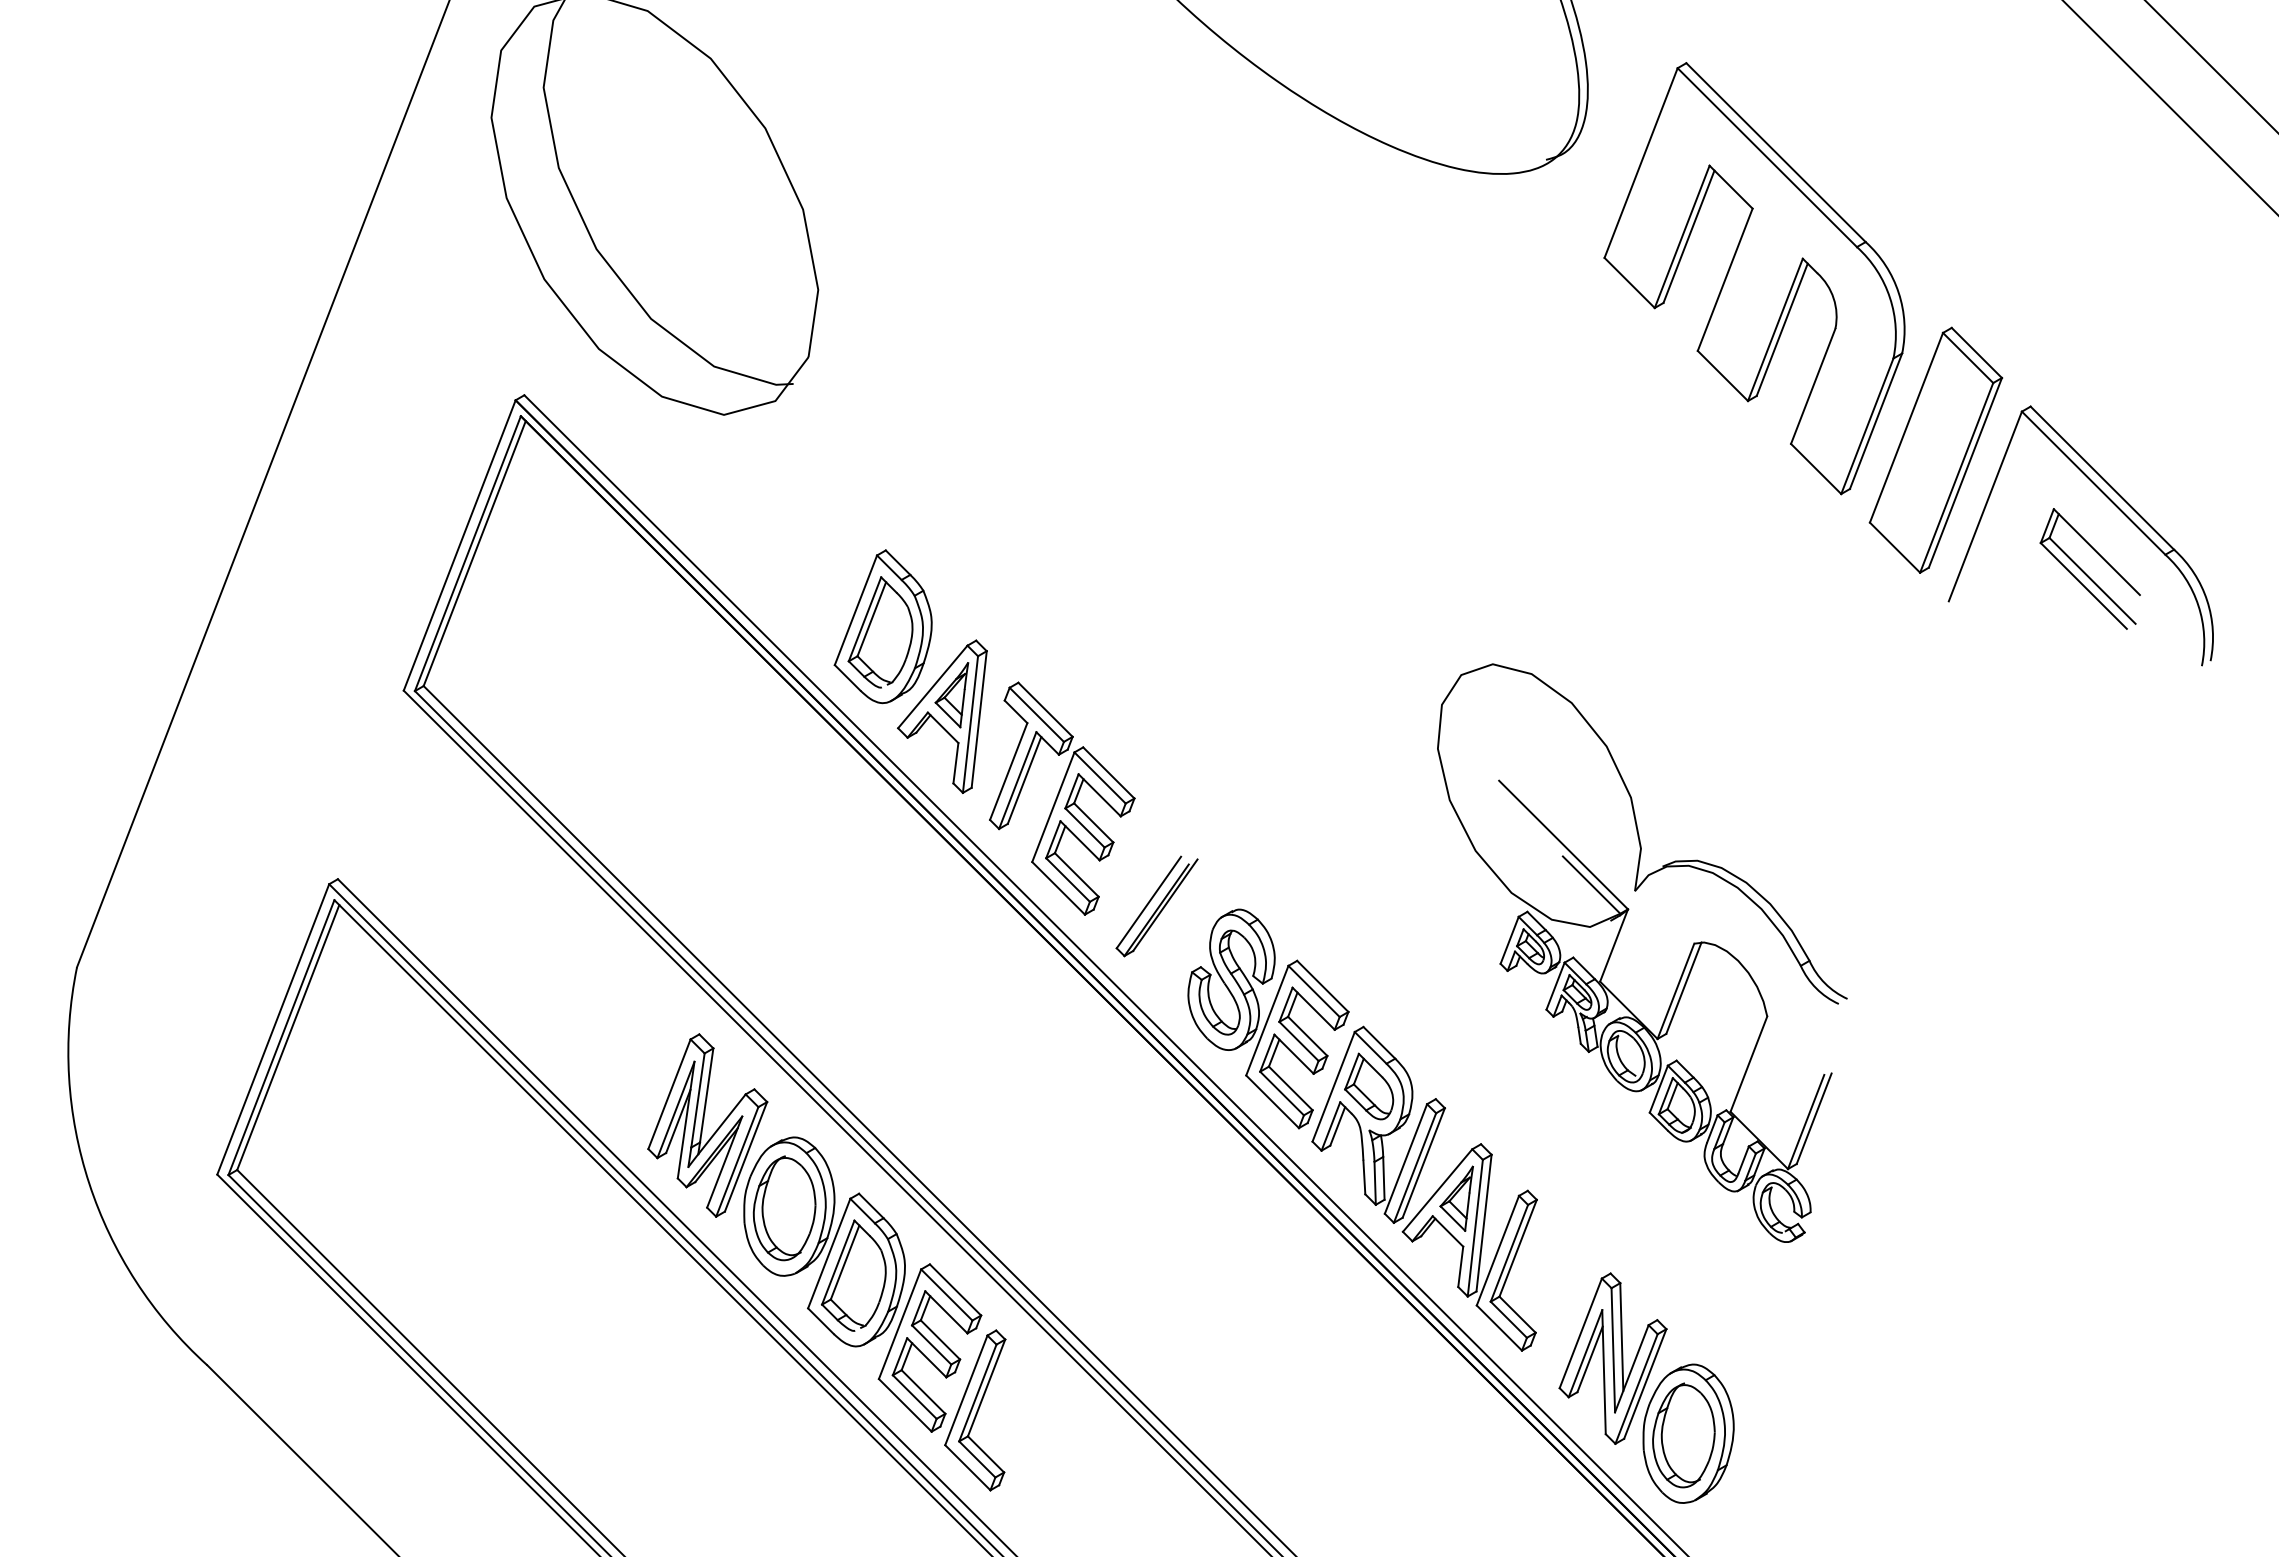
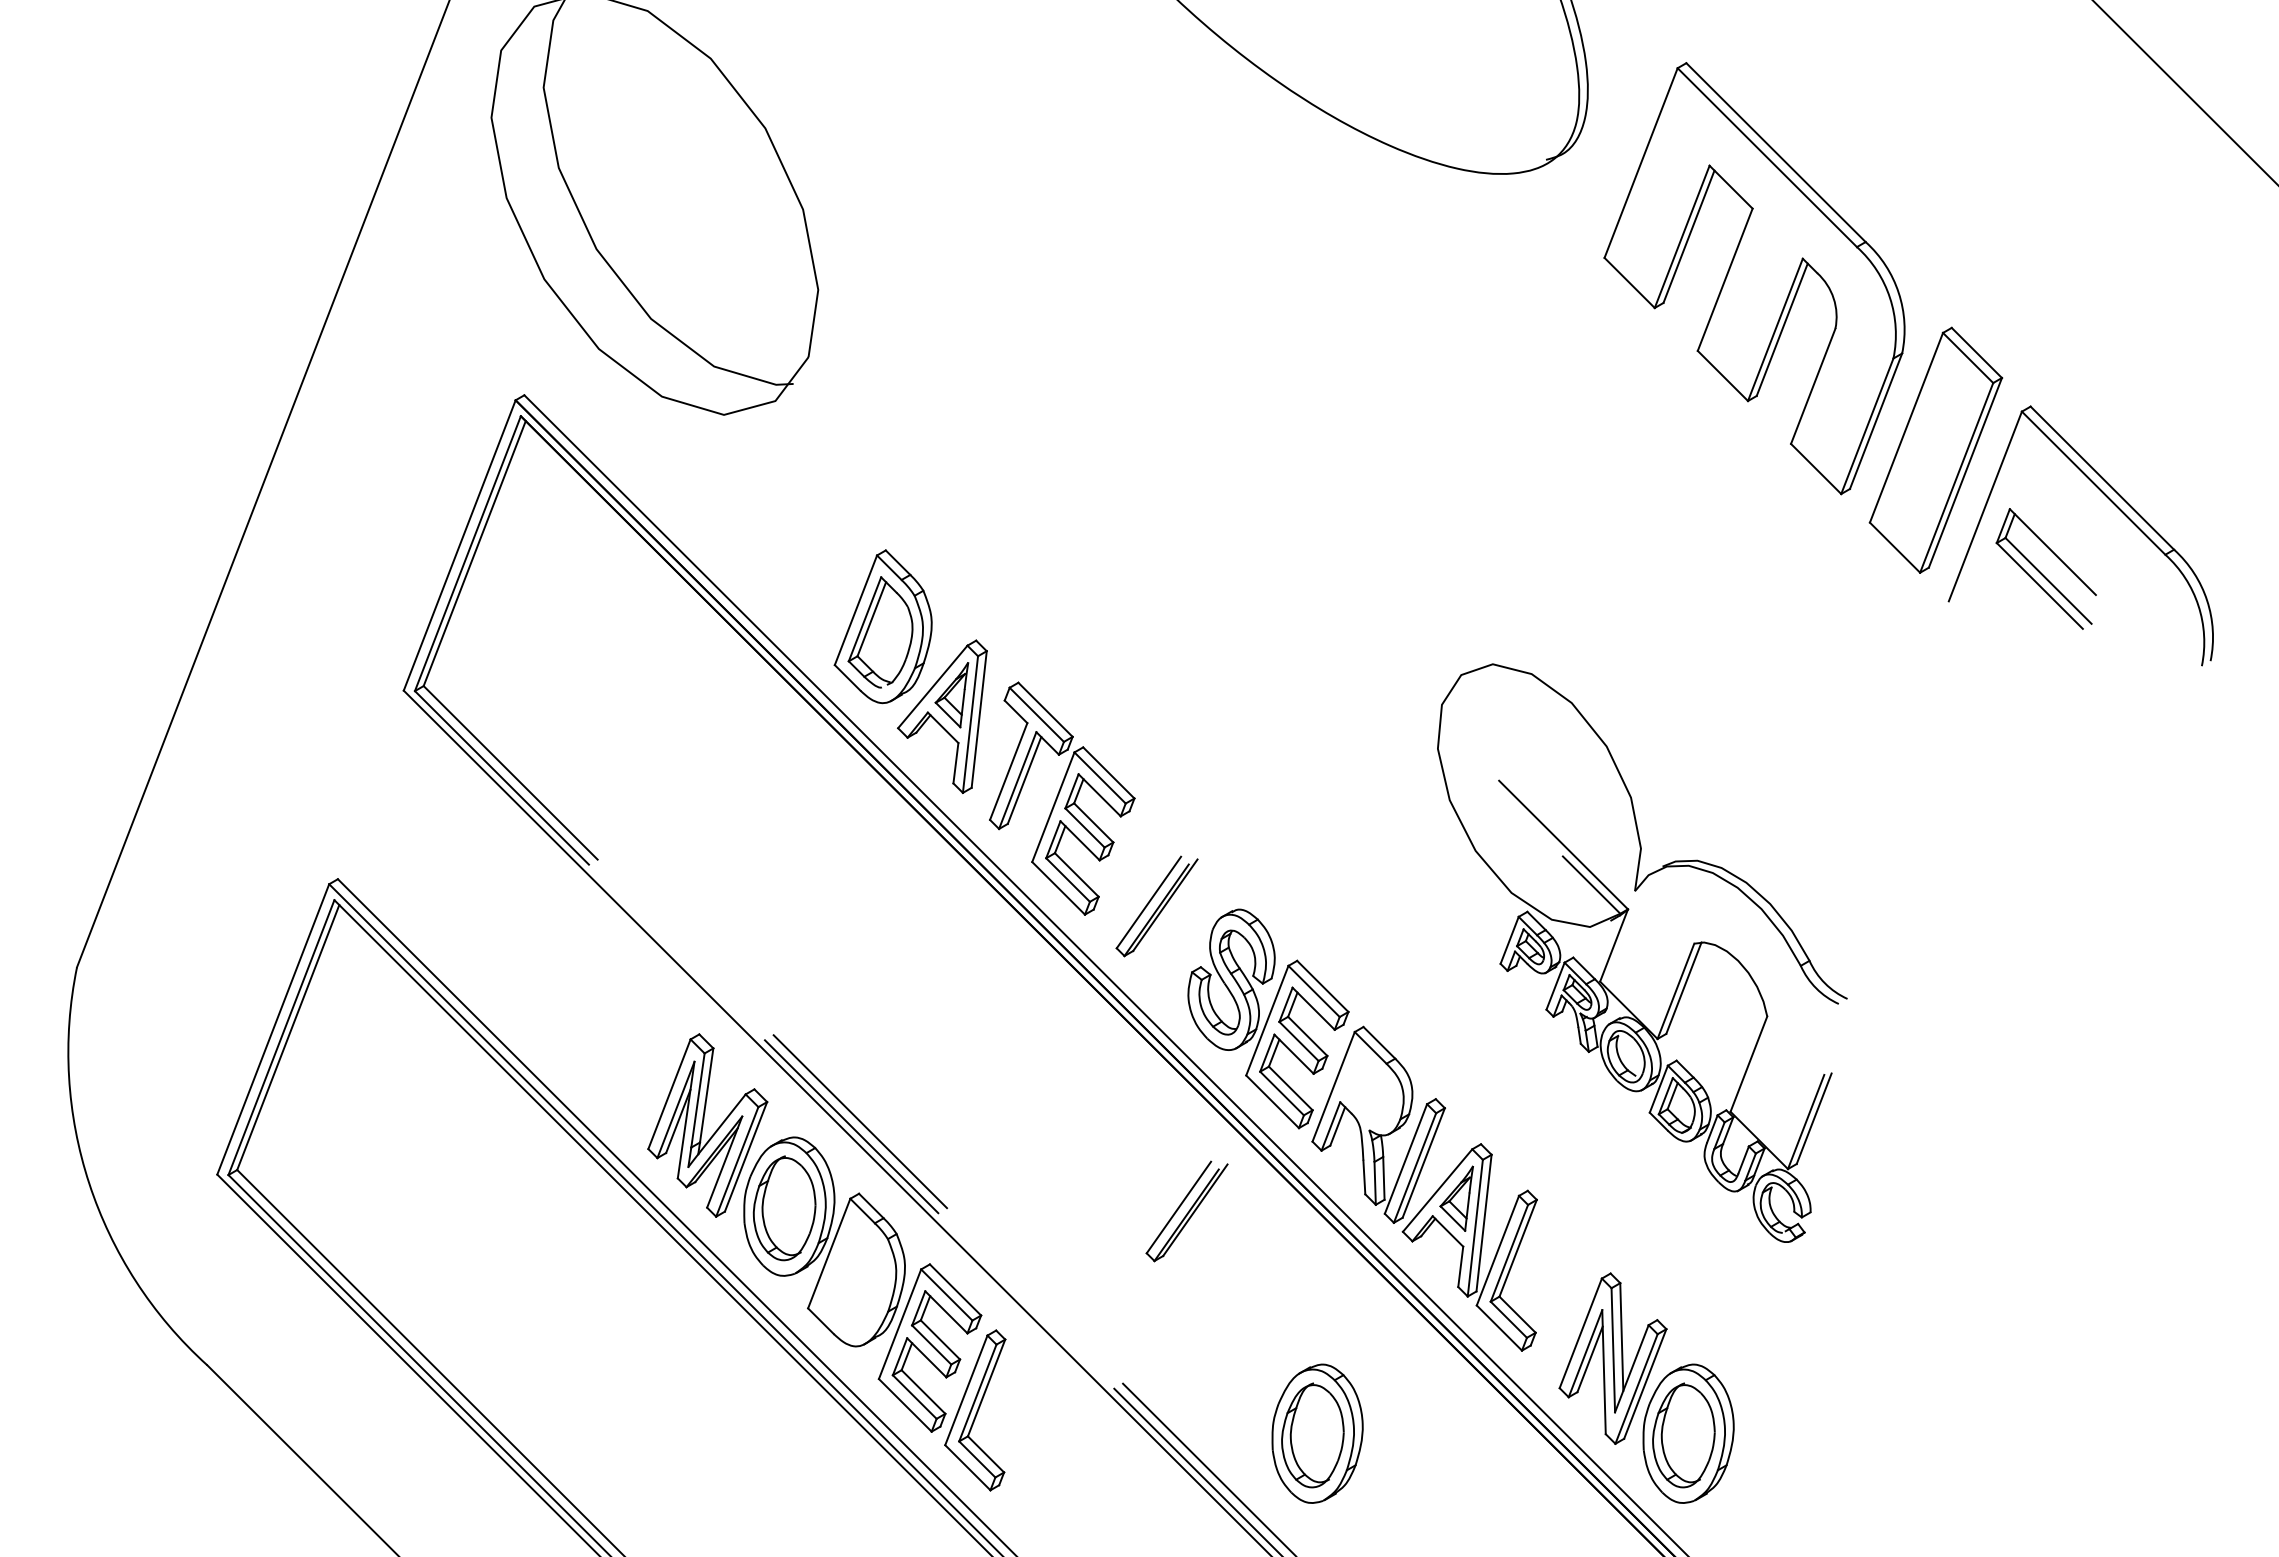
line at (2211, 66): present -> none
line at (2169, 107) position: (2169, 107) -> (2184, 92)
part at (2089, 568) position: (2089, 568) -> (2045, 568)
part at (1369, 1086): present -> none
line at (860, 1121): solid -> dashed
line at (848, 1123): solid -> dashed
part at (1186, 1211): none -> present
part at (853, 1275): present -> none
part at (1317, 1433): none -> present
